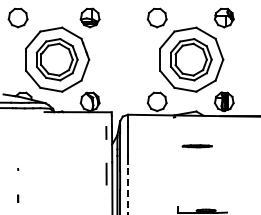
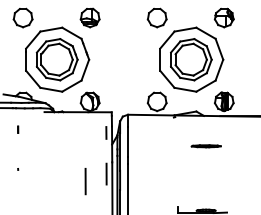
part at (17, 17) position: (17, 17) -> (22, 17)
line at (196, 146) position: (196, 146) -> (205, 146)
line at (85, 181): none -> present
line at (127, 189): dashed -> solid
part at (18, 198) position: (18, 198) -> (18, 129)
